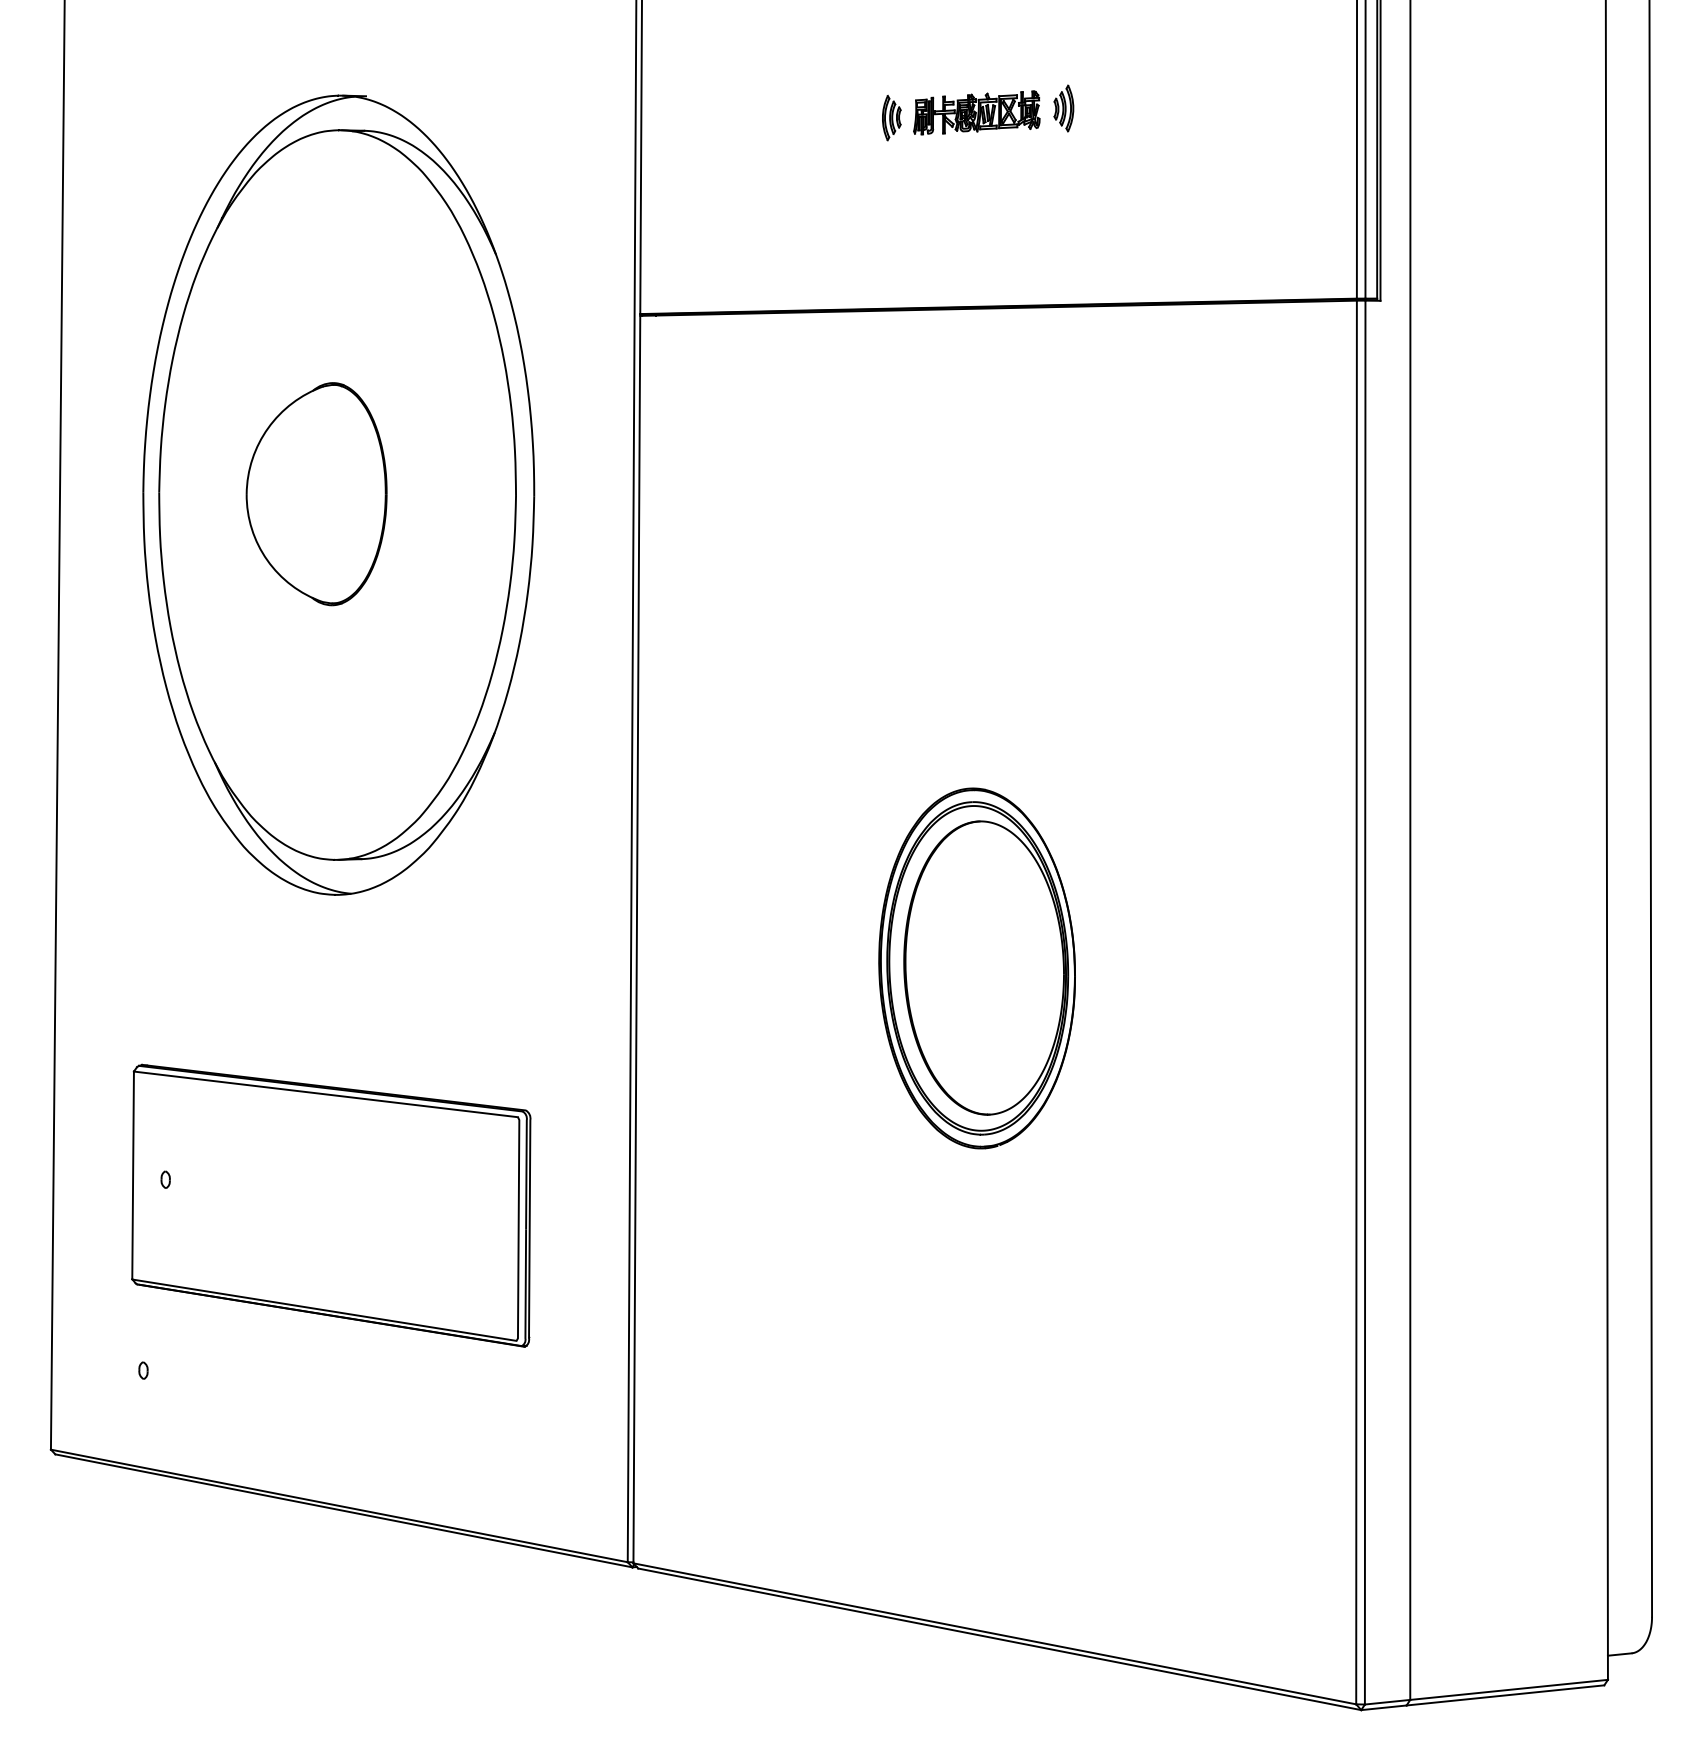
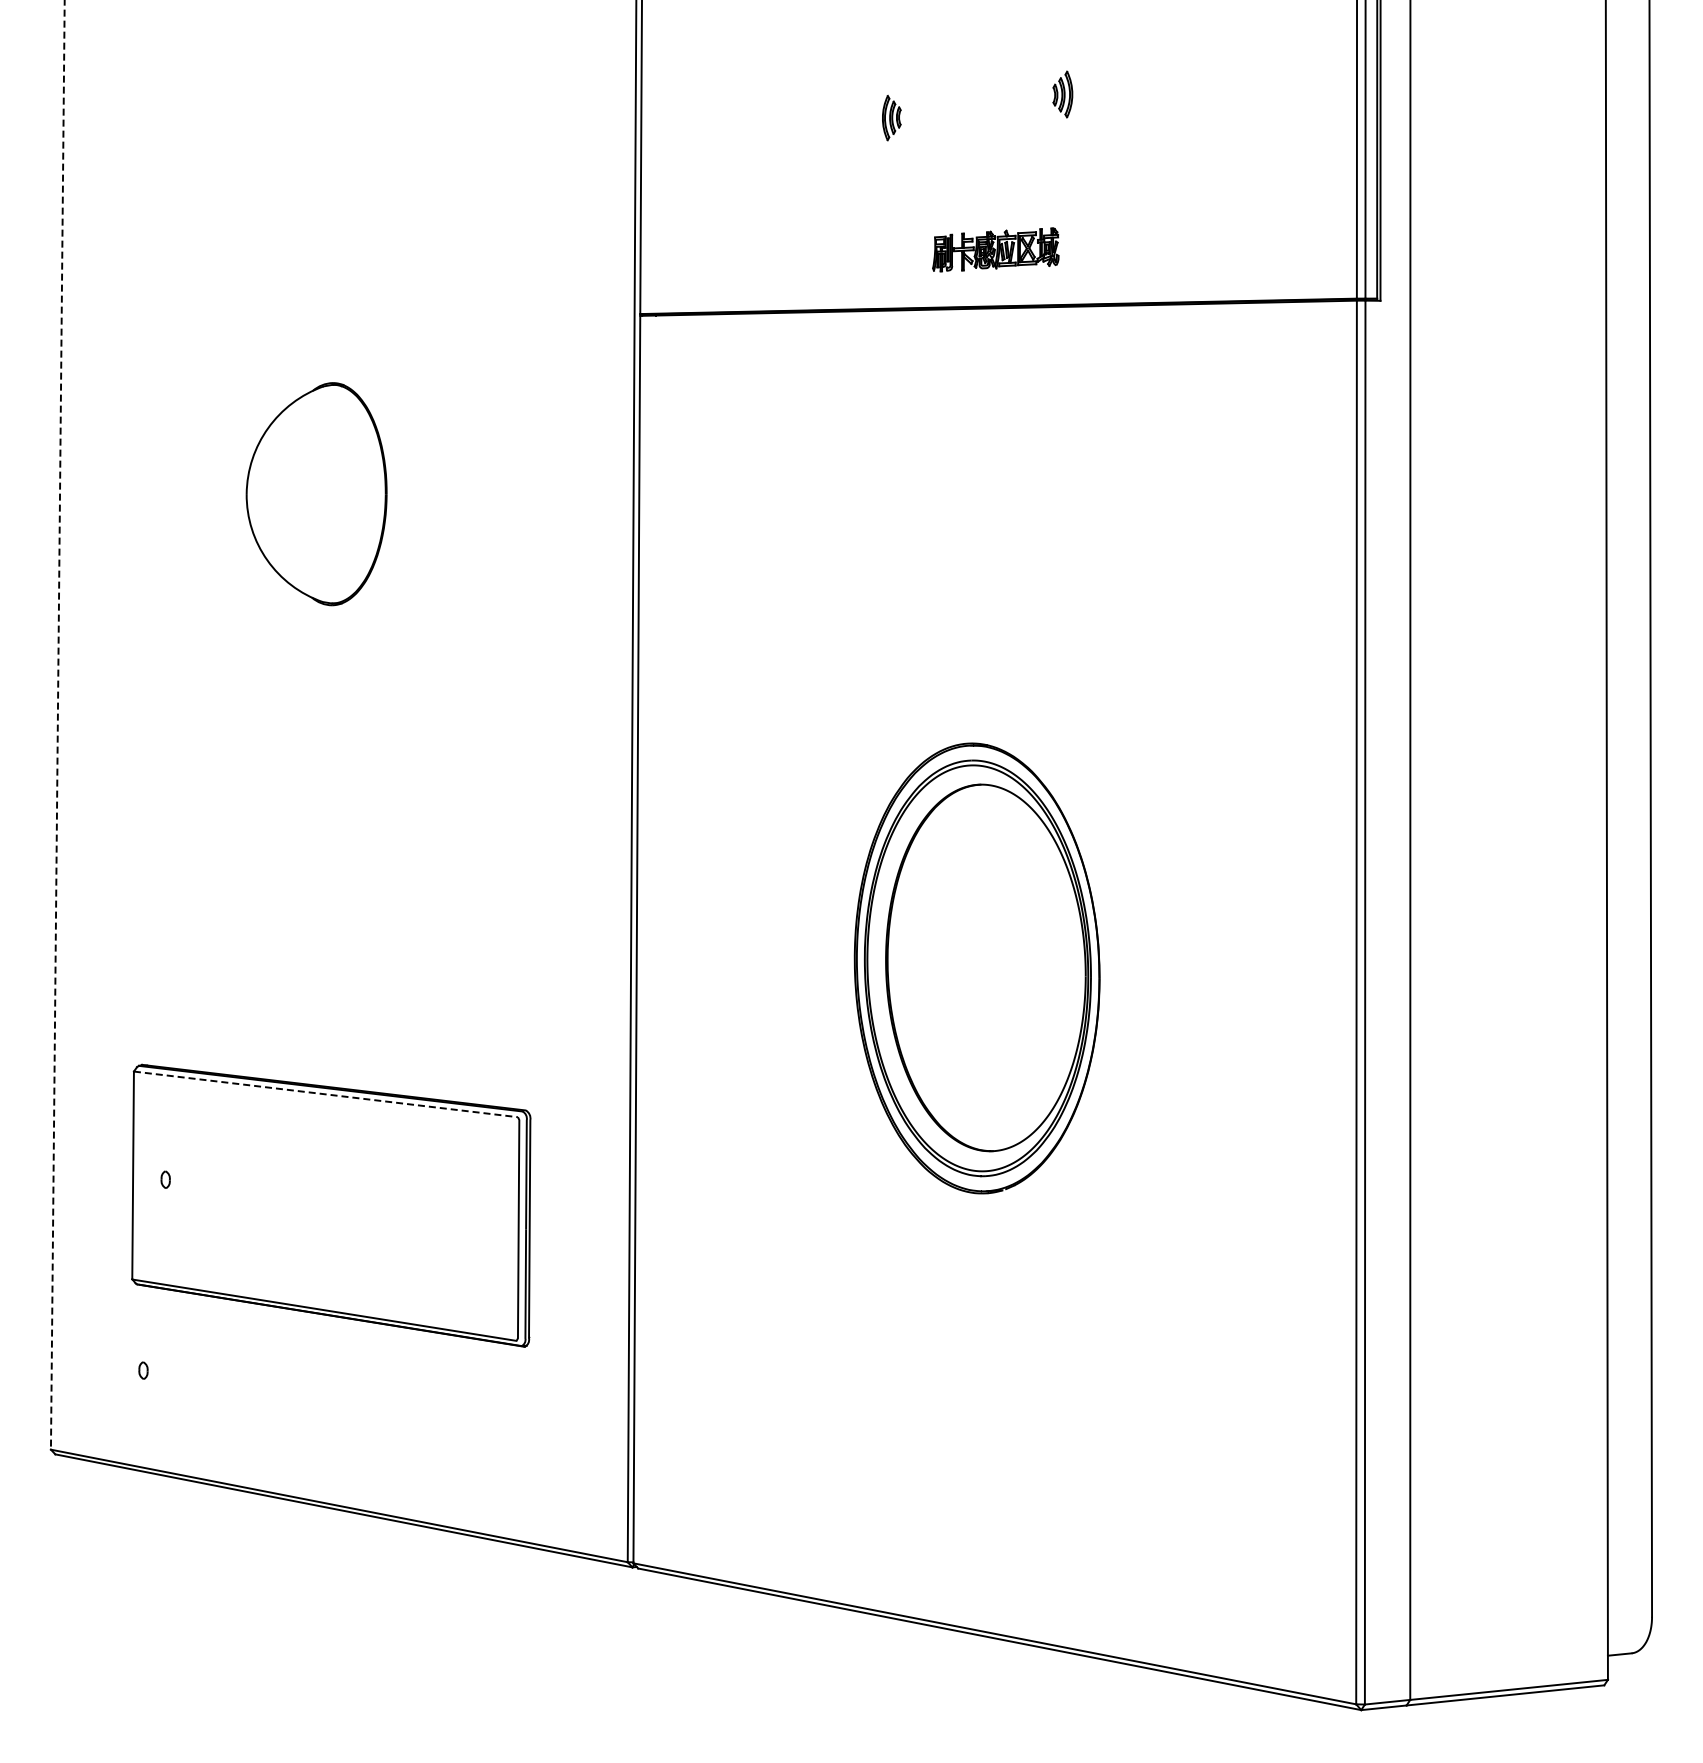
part at (1063, 108) position: (1063, 108) -> (1062, 94)
part at (976, 112) position: (976, 112) -> (995, 249)
part at (338, 494): present -> none
line at (57, 724): solid -> dashed
part at (976, 968) size: 198x363 px -> 248x453 px
line at (326, 1094): solid -> dashed
